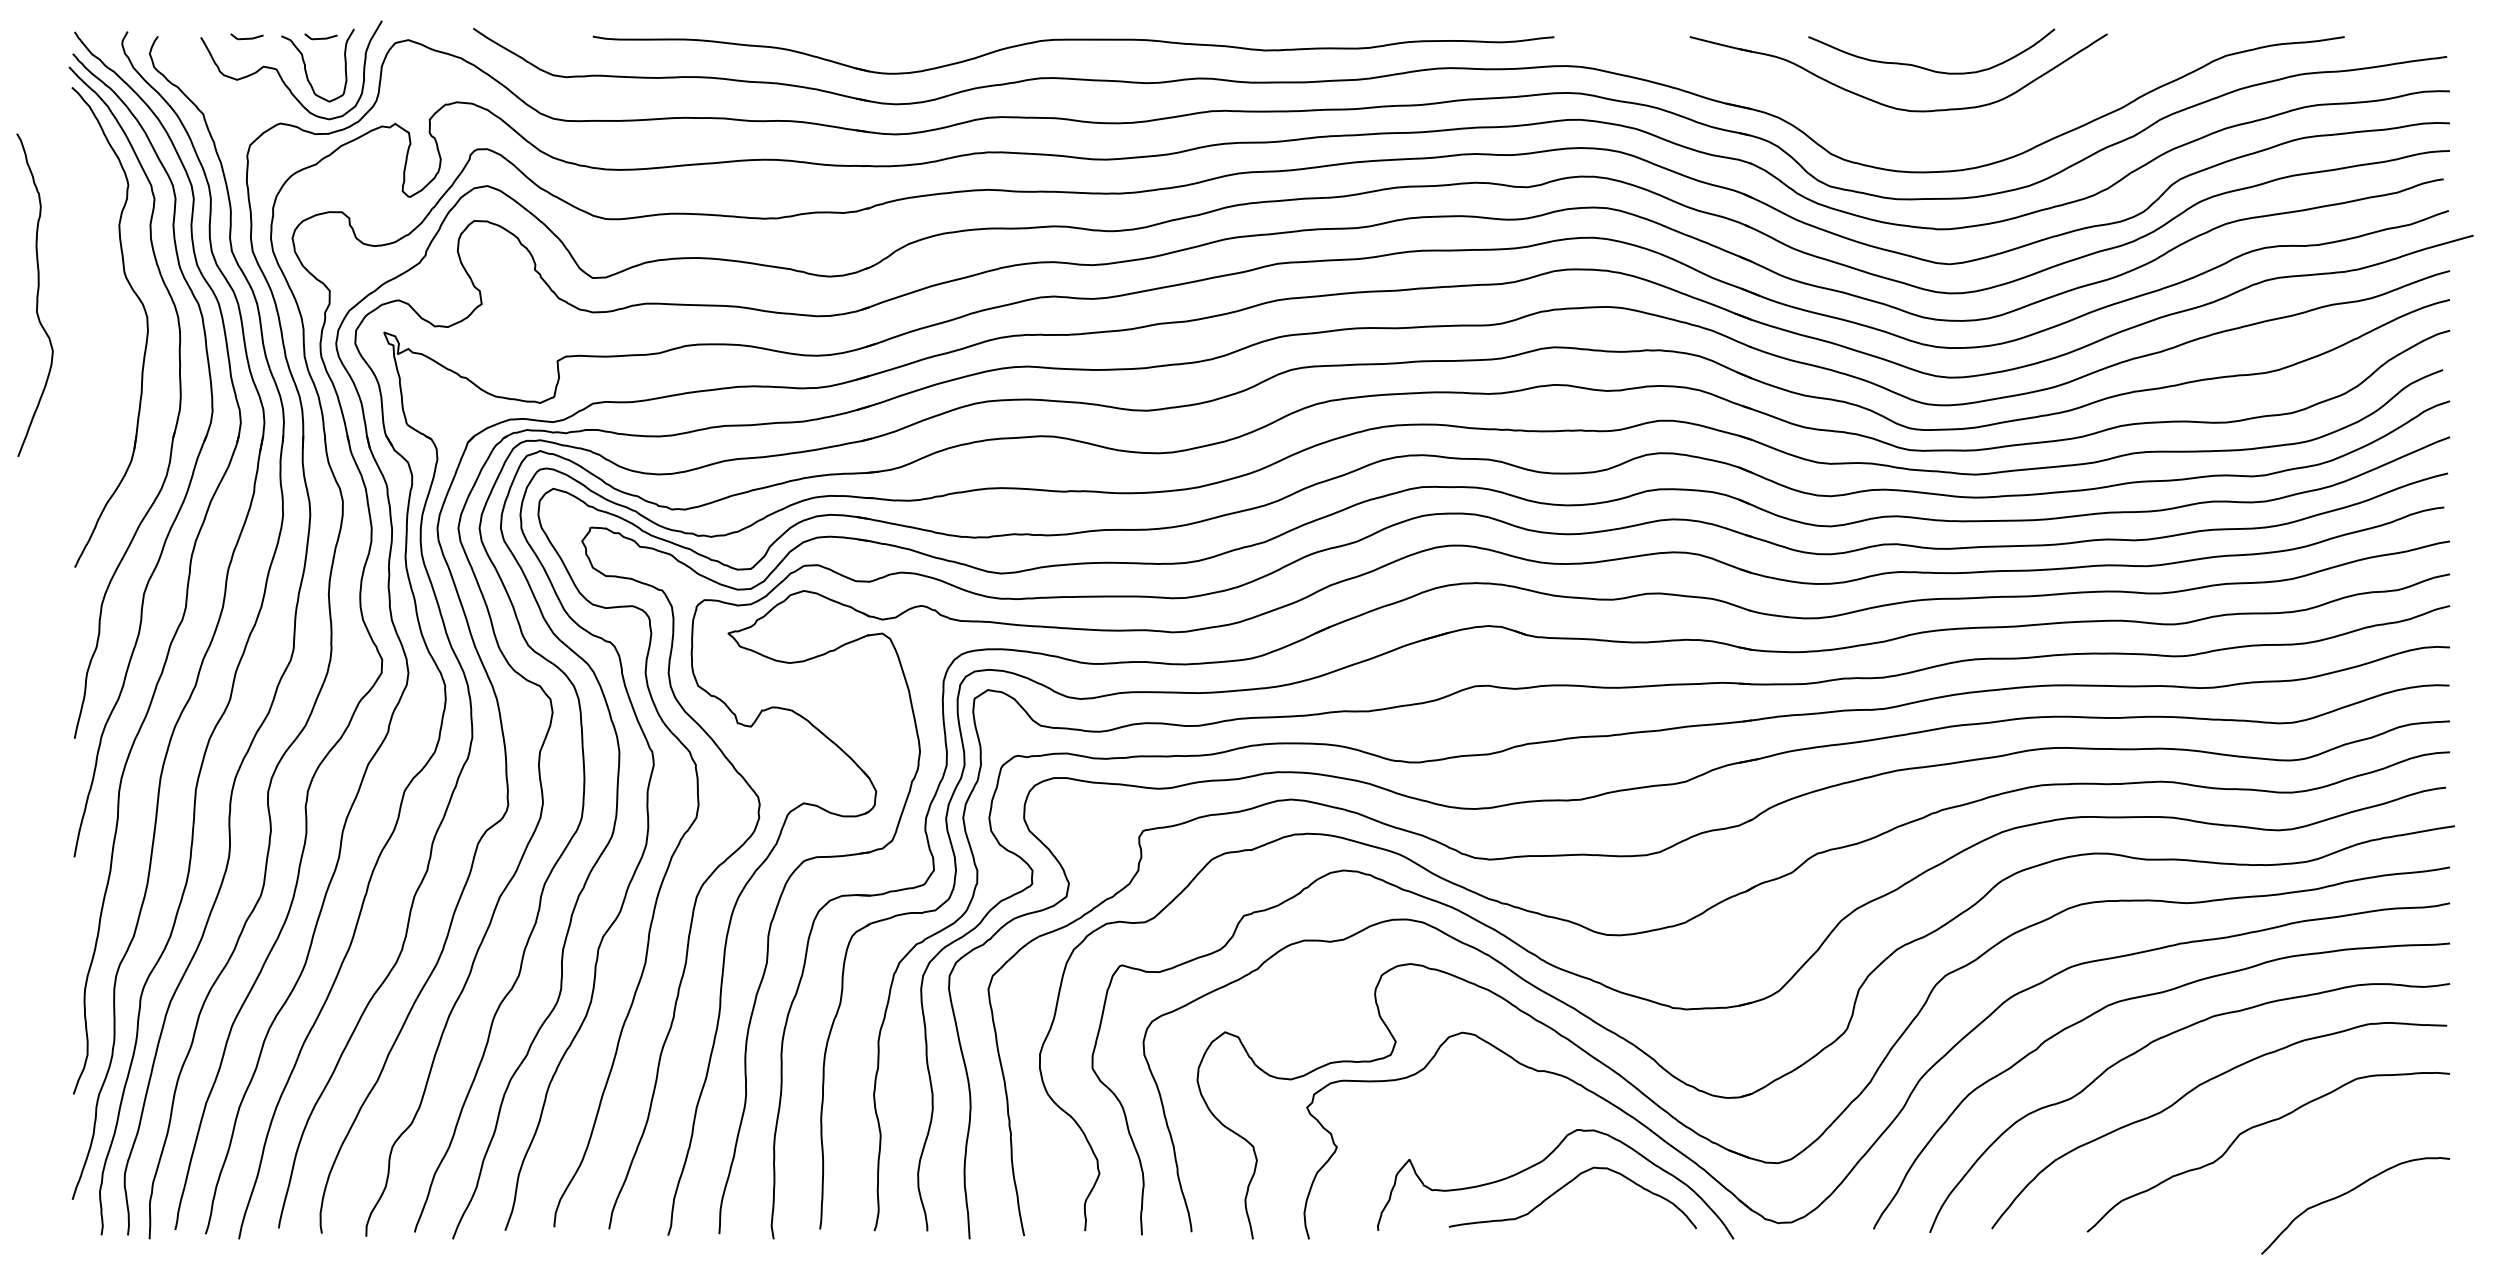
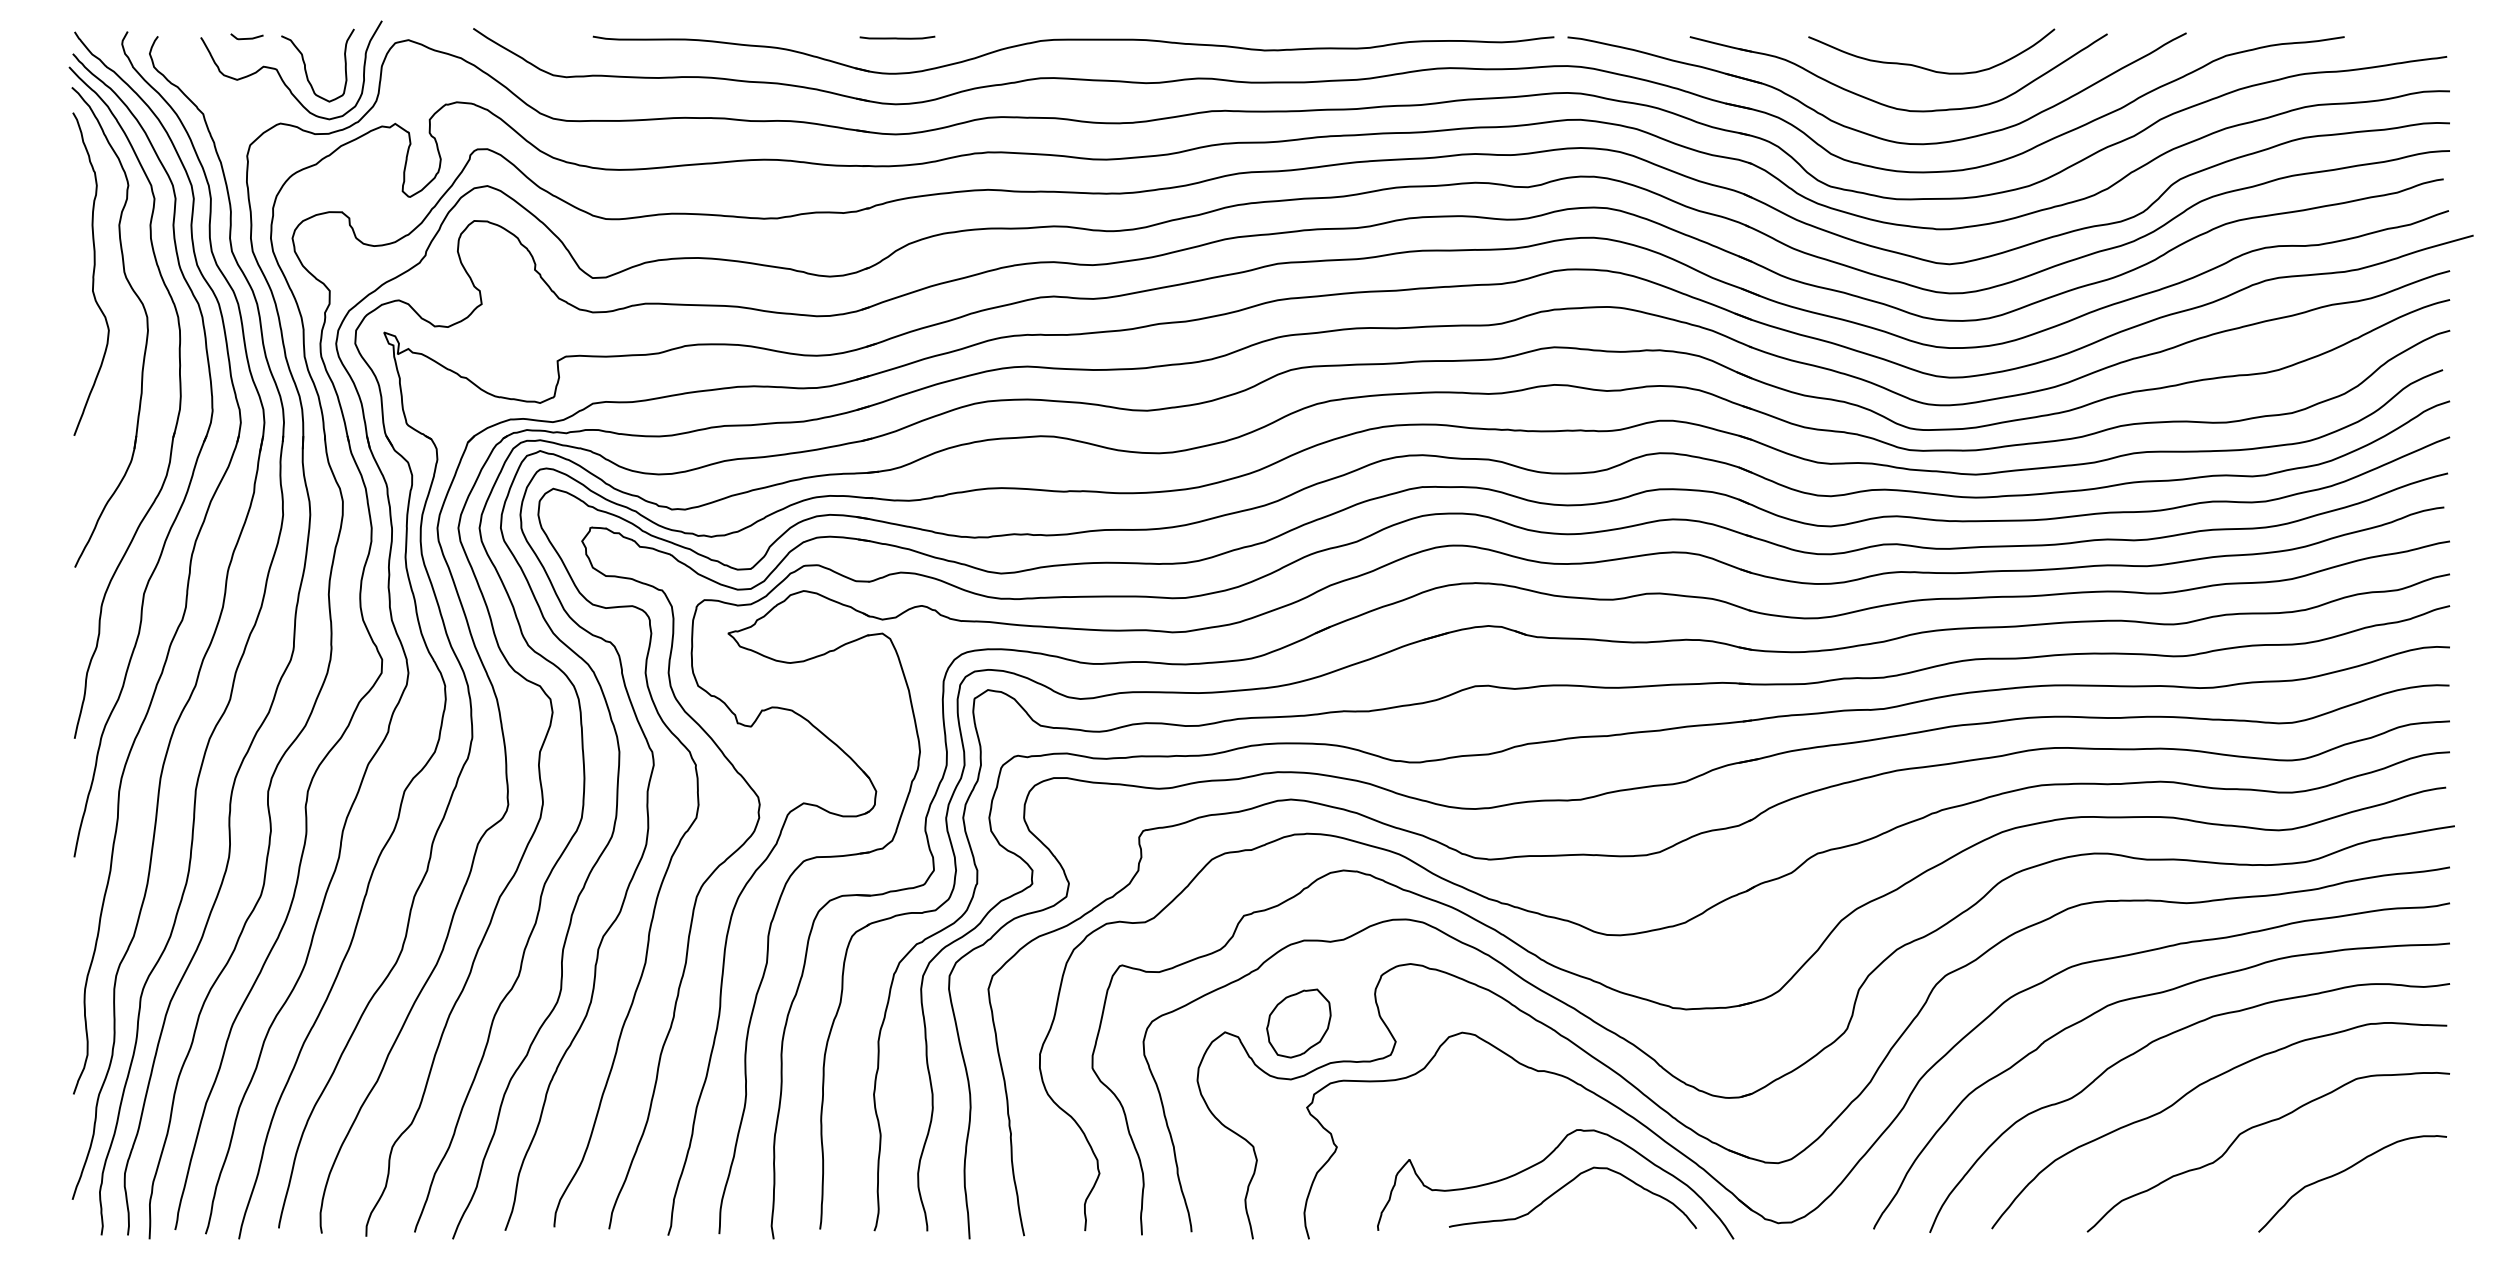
line at (321, 37): present -> none
curve at (897, 37): none -> present
part at (1863, 131): none -> present
curve at (36, 294) position: (36, 294) -> (92, 273)
part at (1298, 1023): none -> present
curve at (2348, 1193) position: (2348, 1193) -> (2345, 1171)
